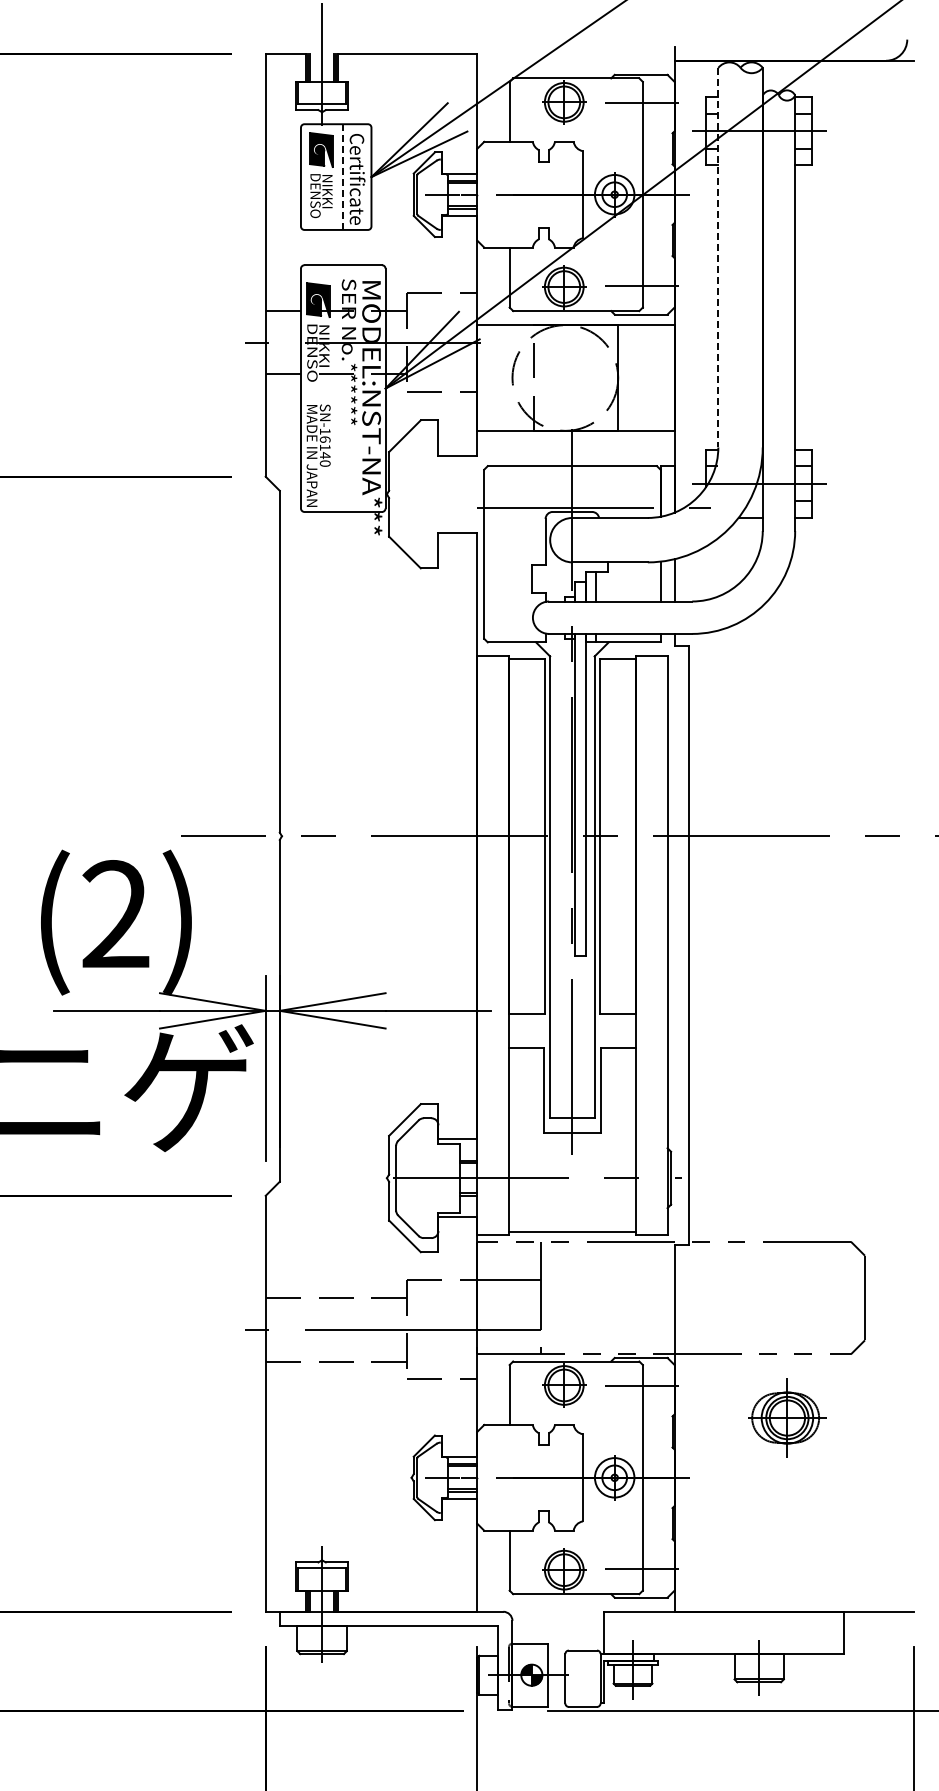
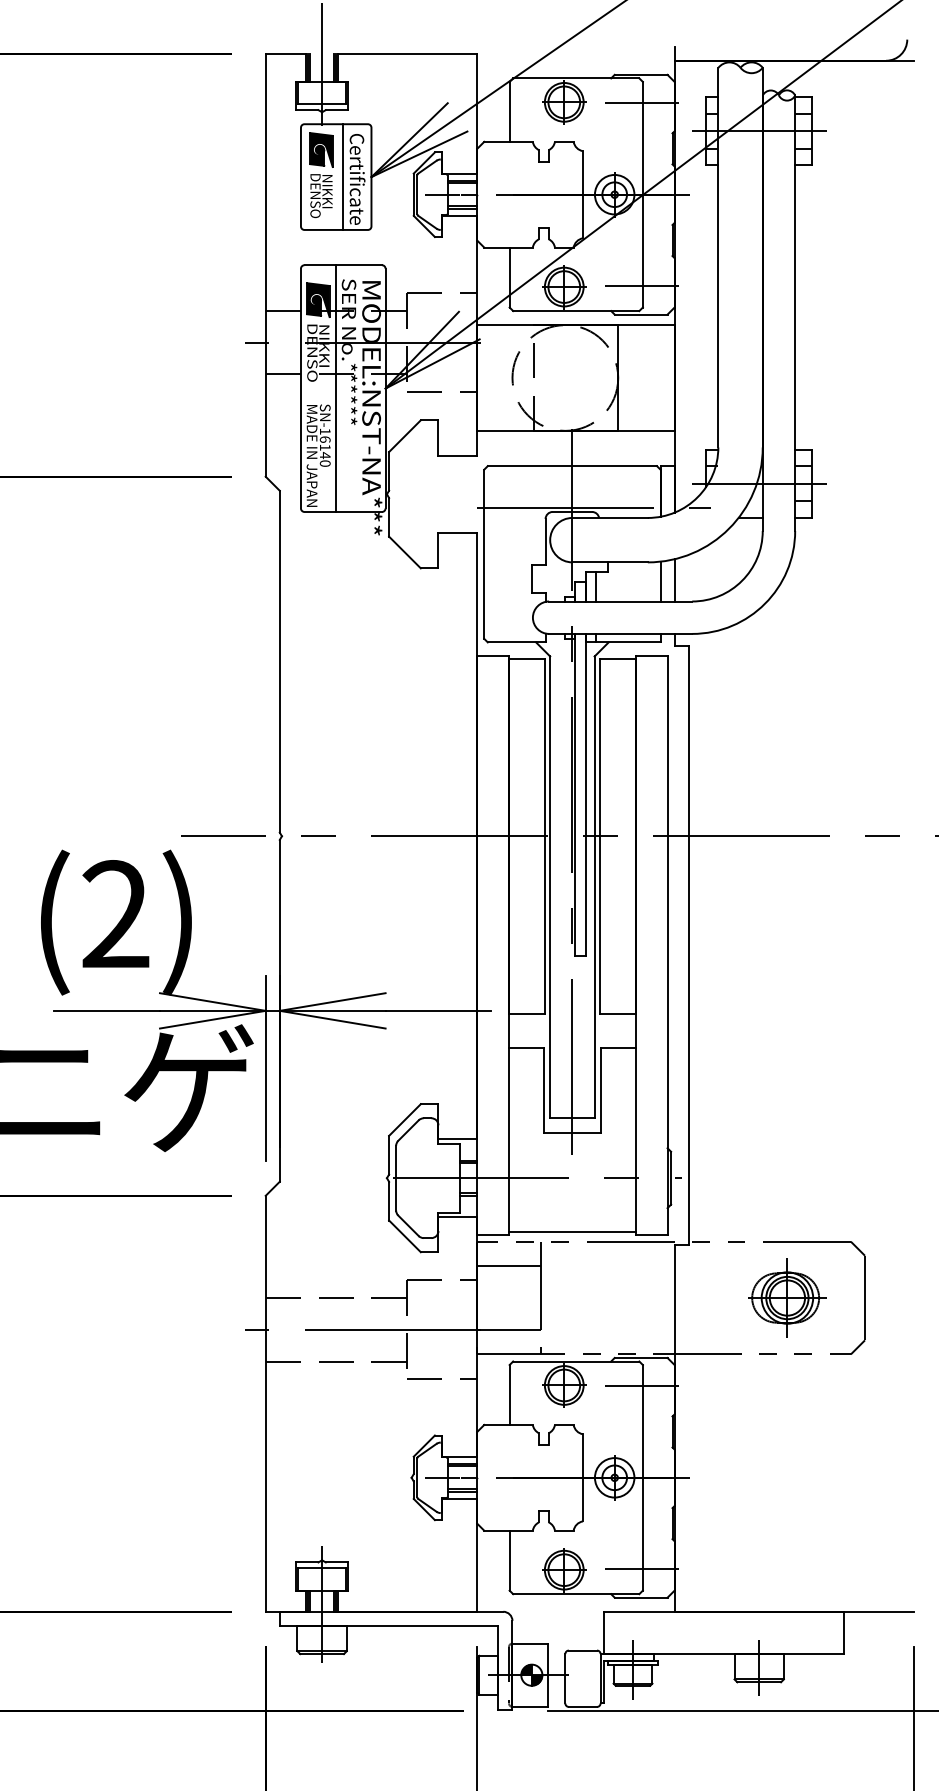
line at (343, 177): dashed -> solid
line at (718, 257): dashed -> solid
line at (336, 388): none -> present
line at (508, 1280) position: (508, 1280) -> (508, 1266)
part at (787, 1417) position: (787, 1417) -> (787, 1297)
